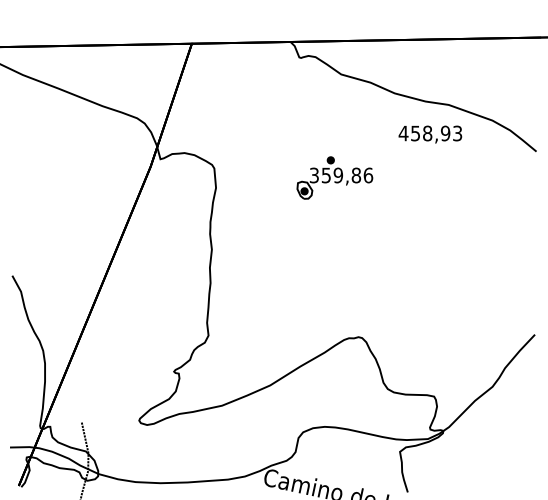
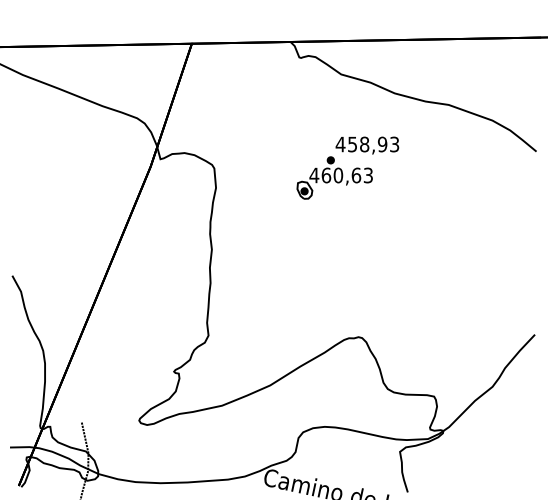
text at (430, 134) position: (430, 134) -> (367, 145)
text at (341, 175): 359,86 -> 460,63
